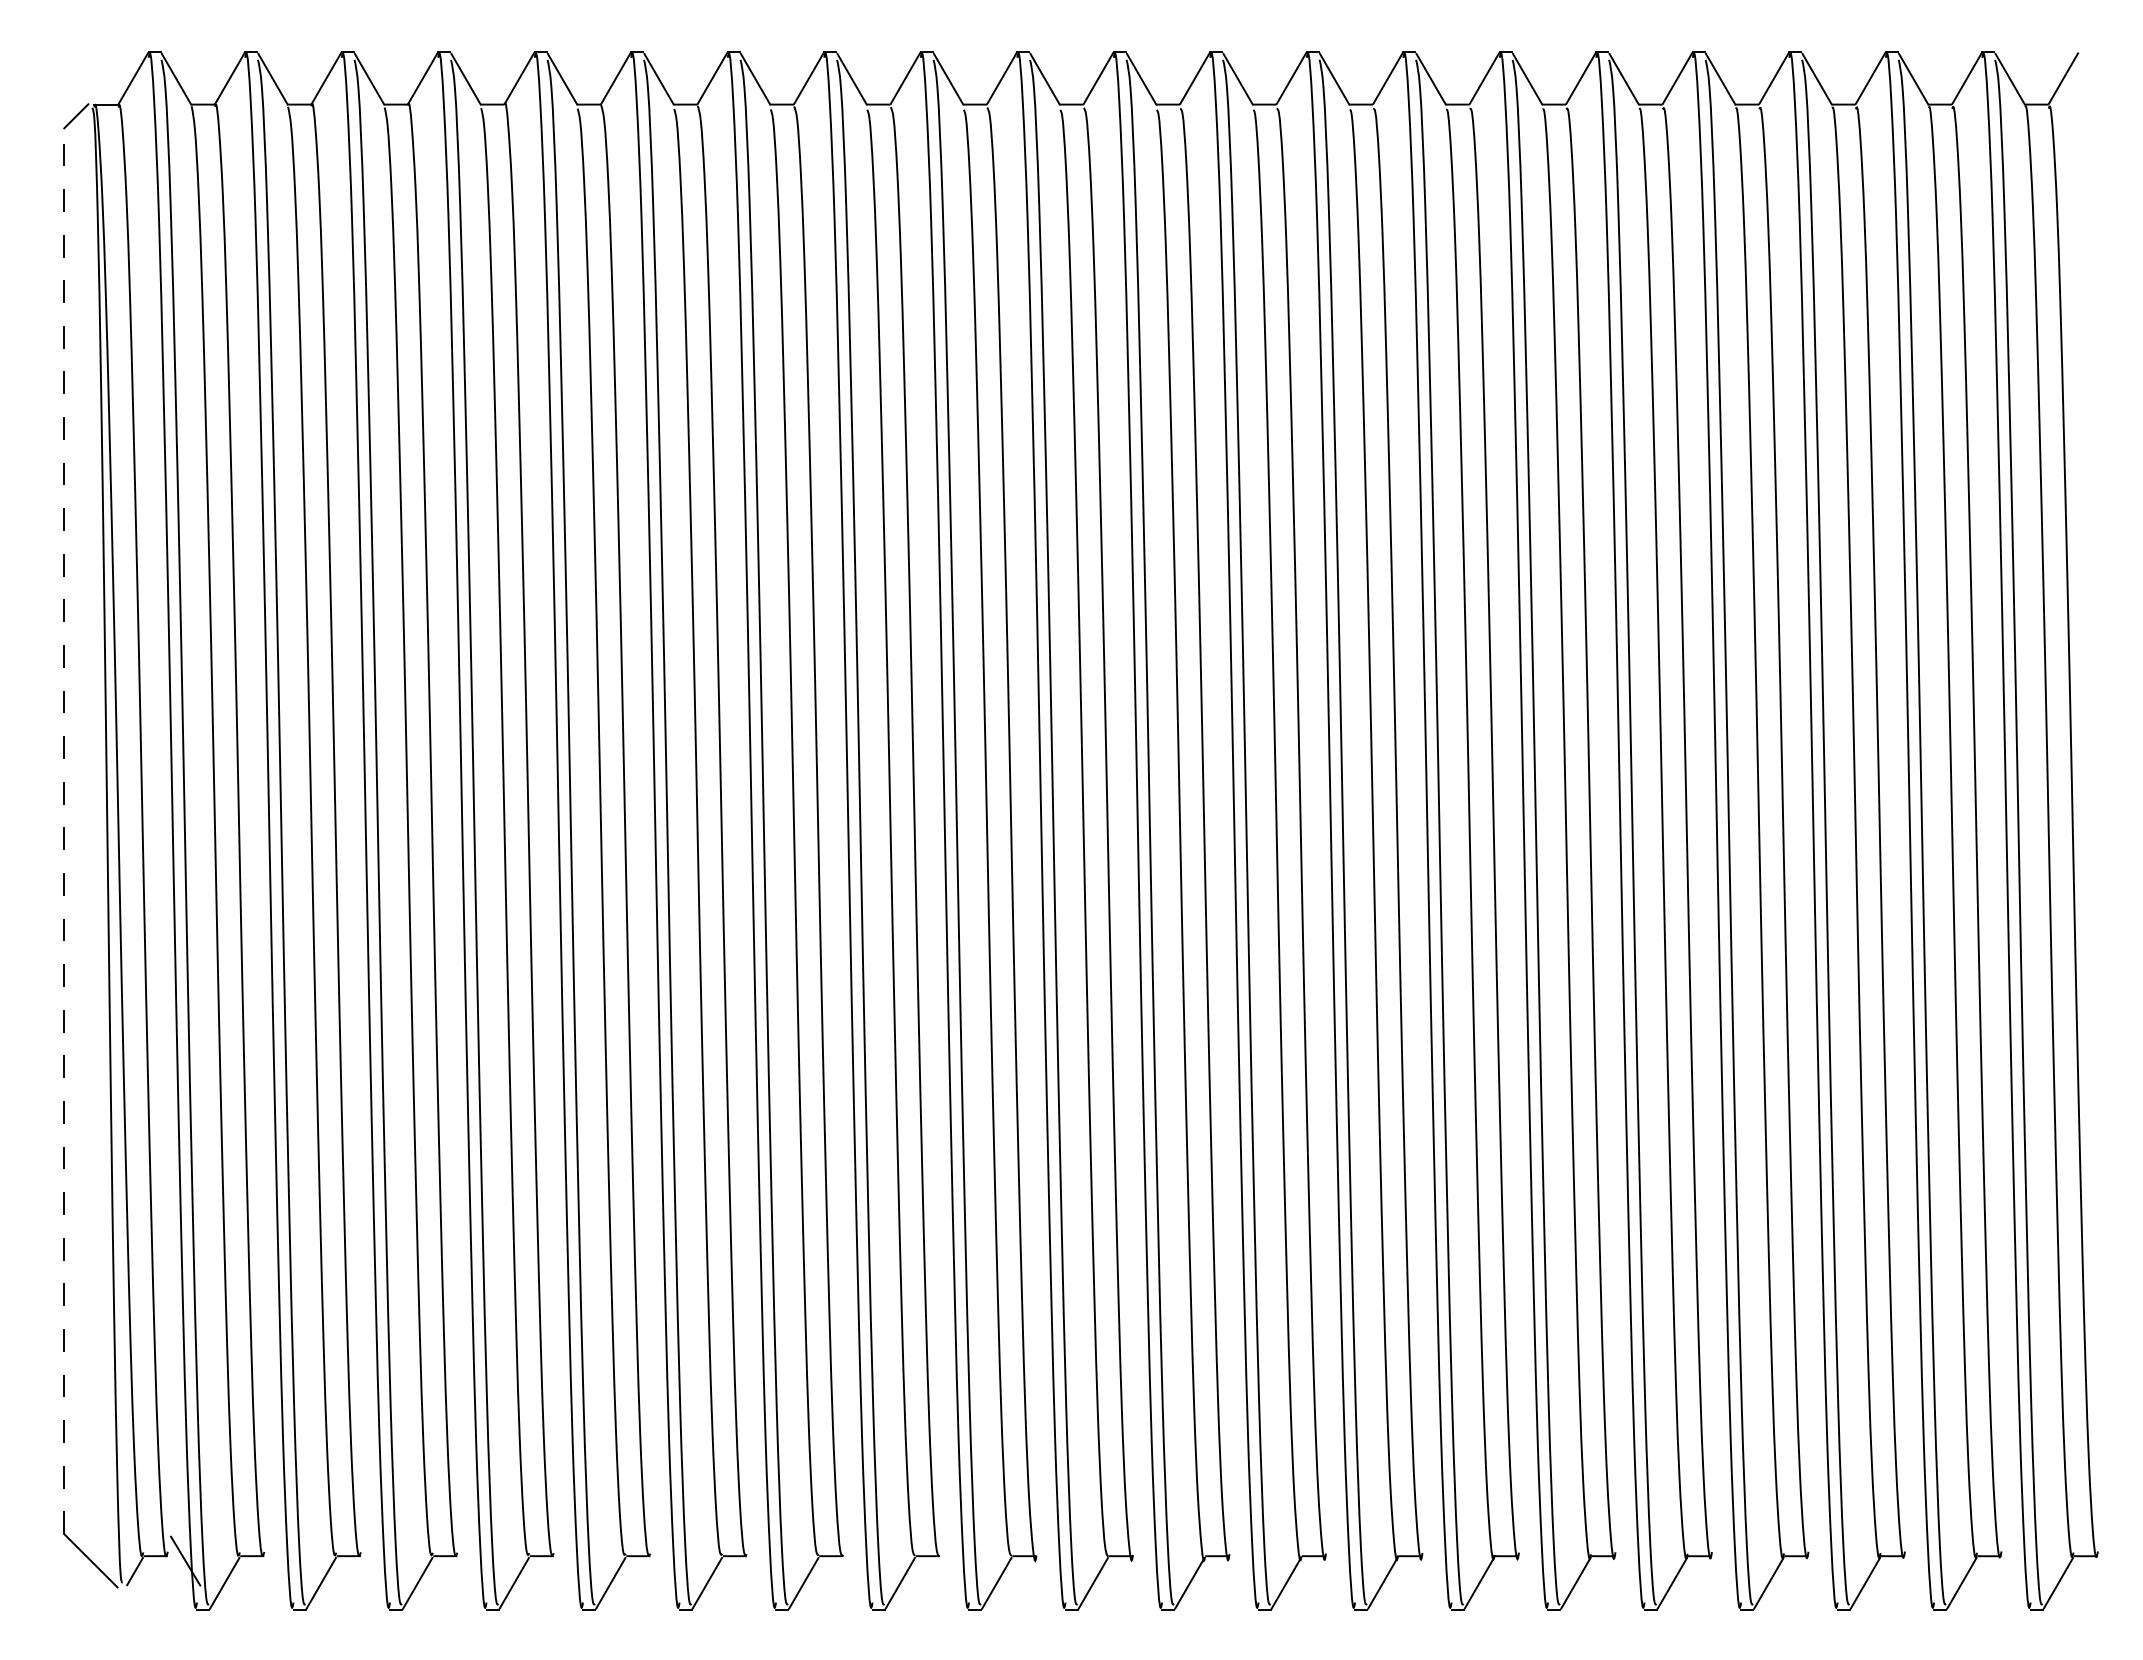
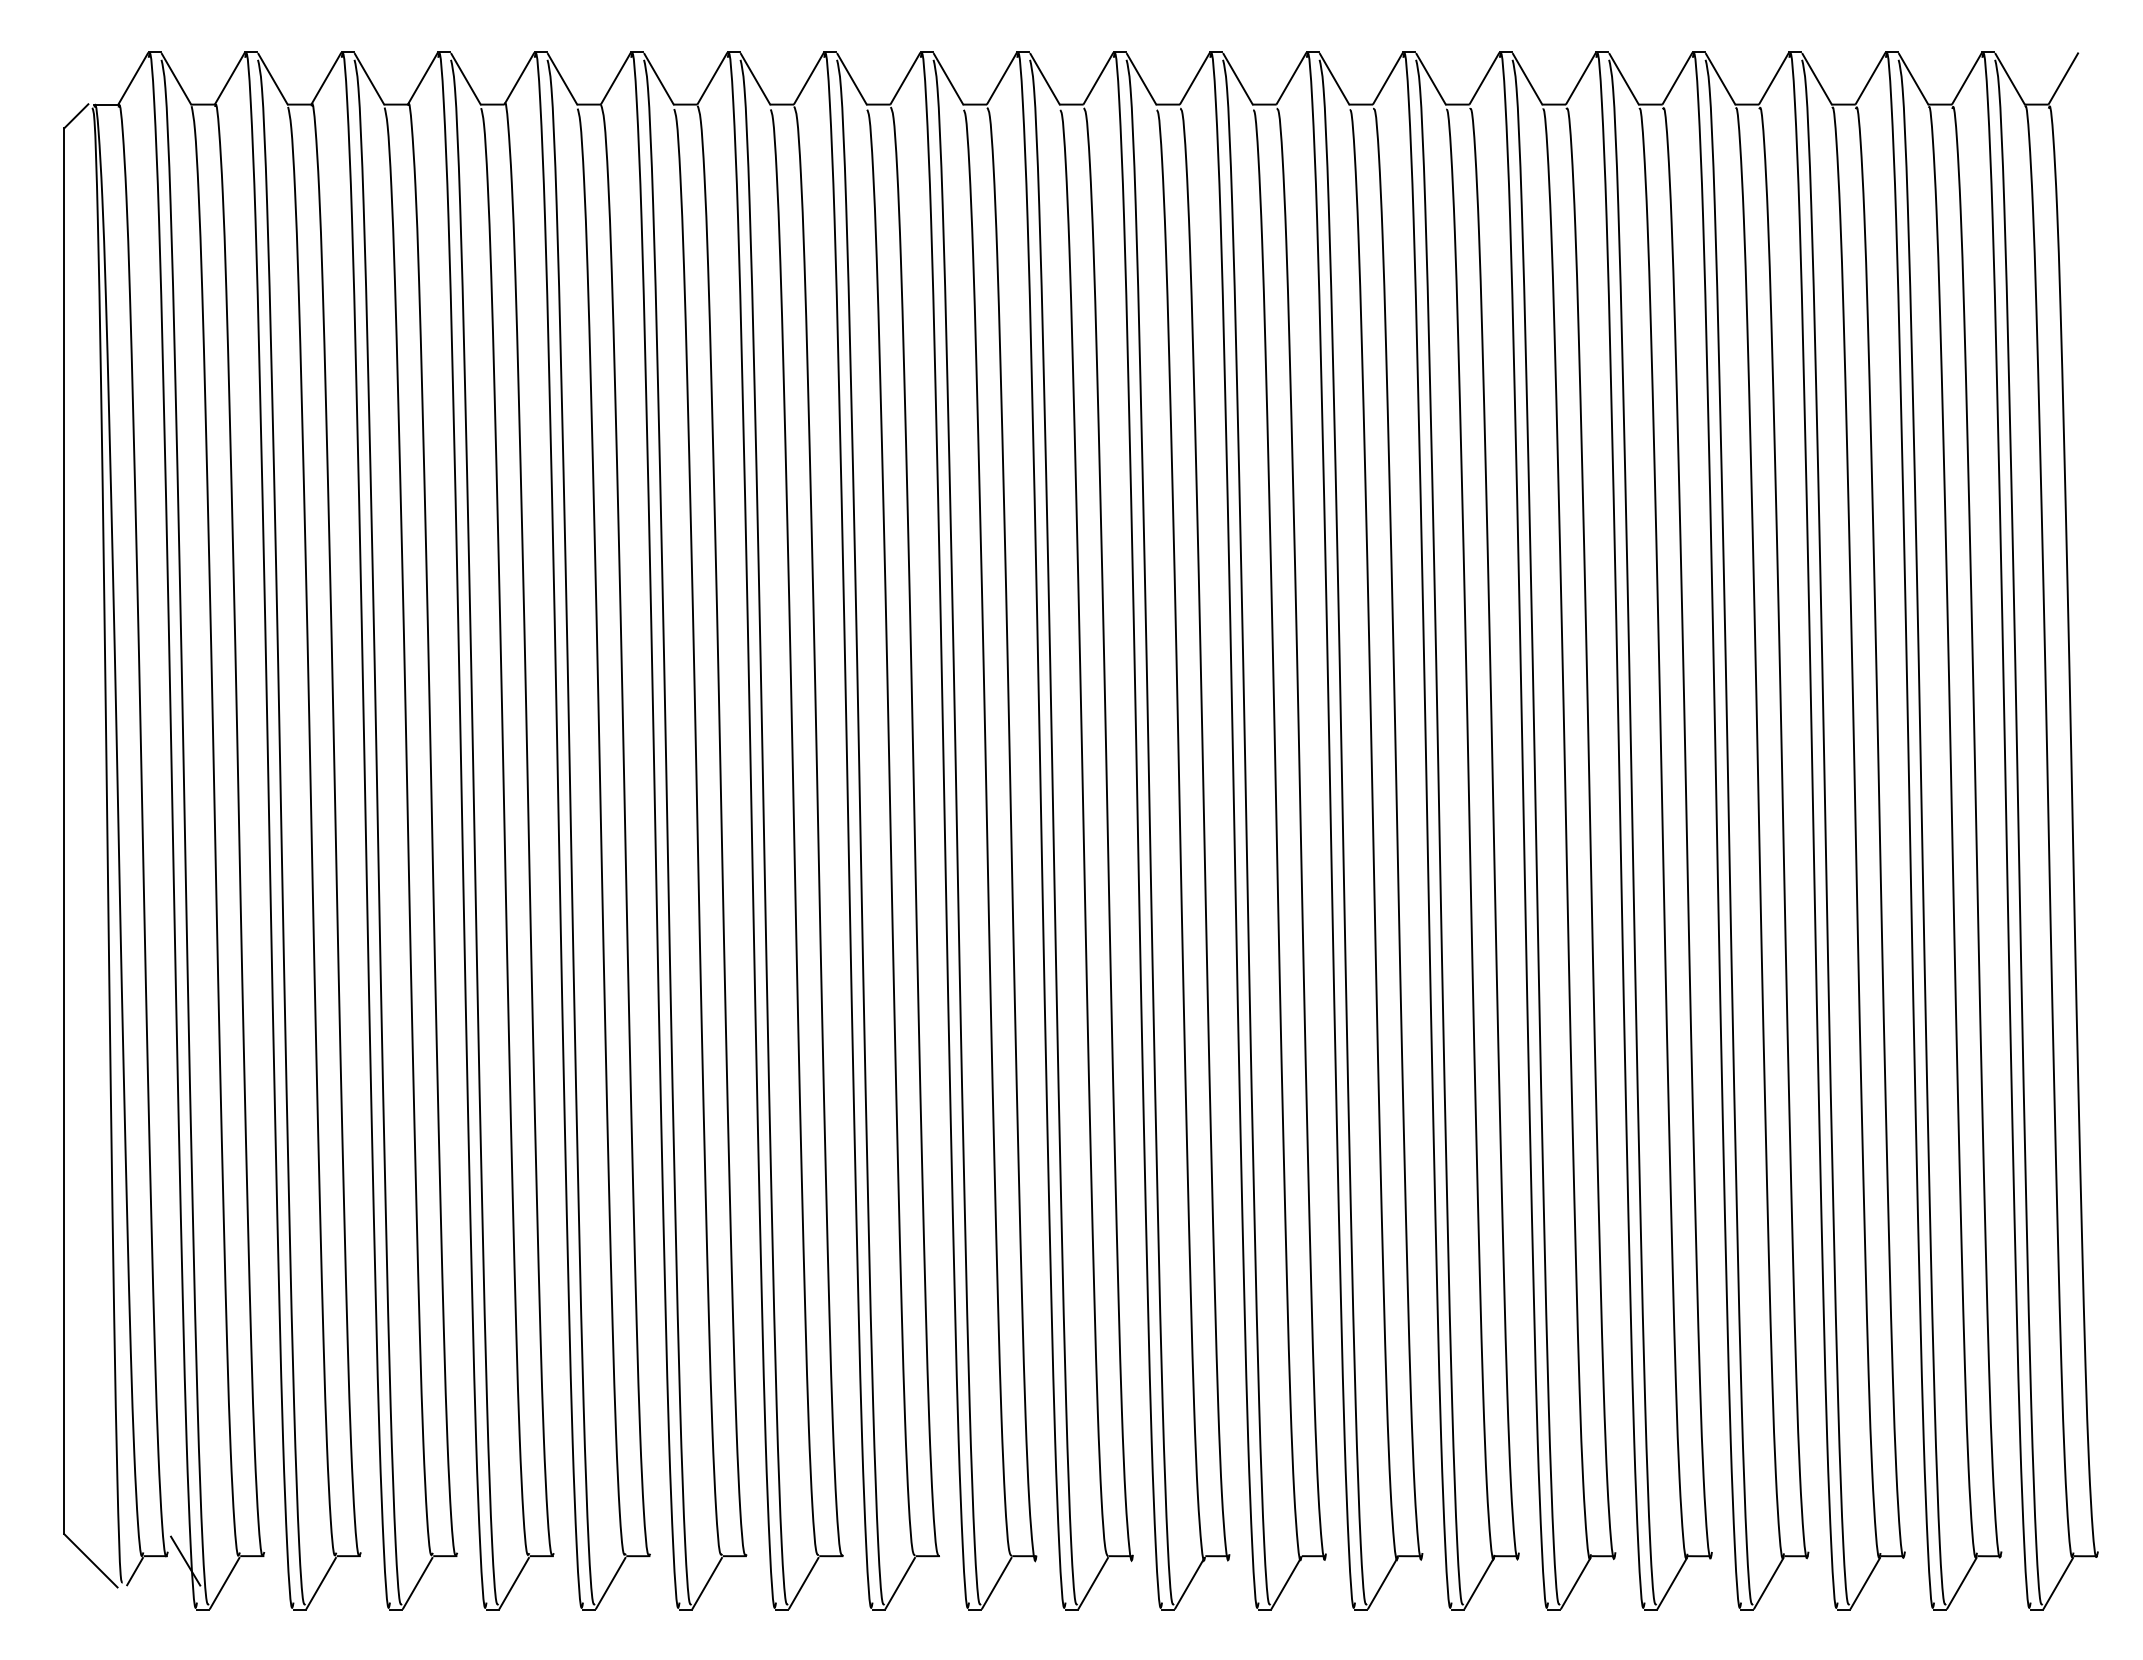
line at (64, 831): dashed -> solid
